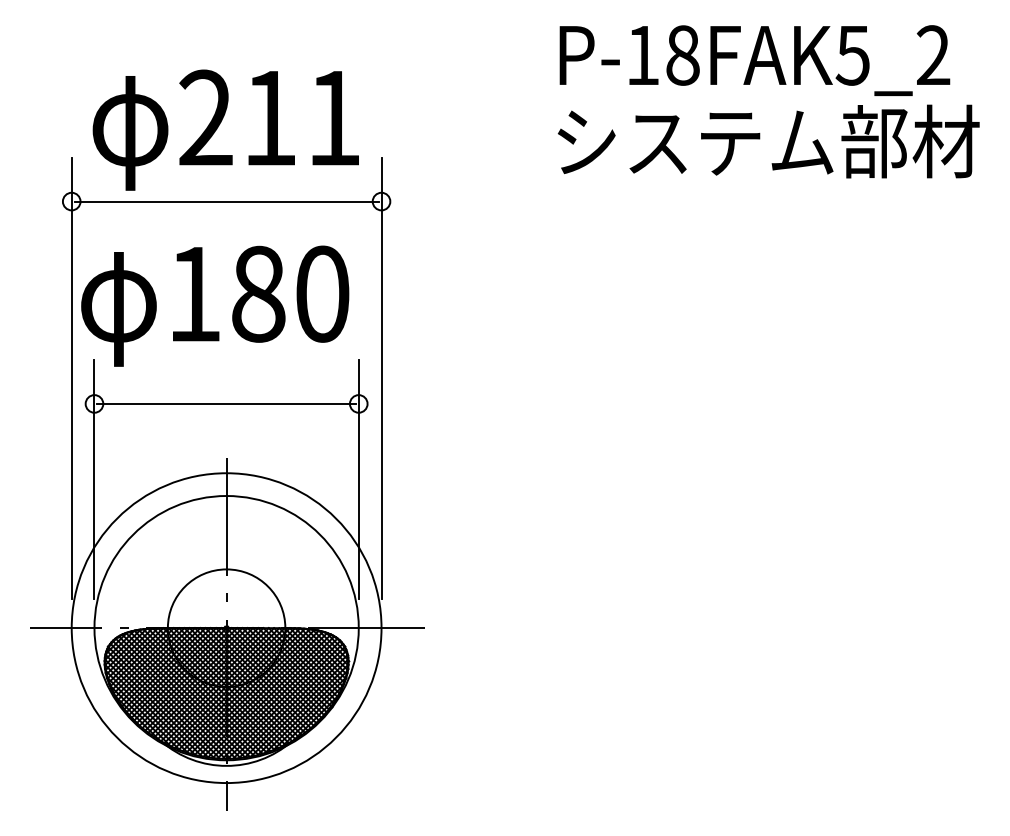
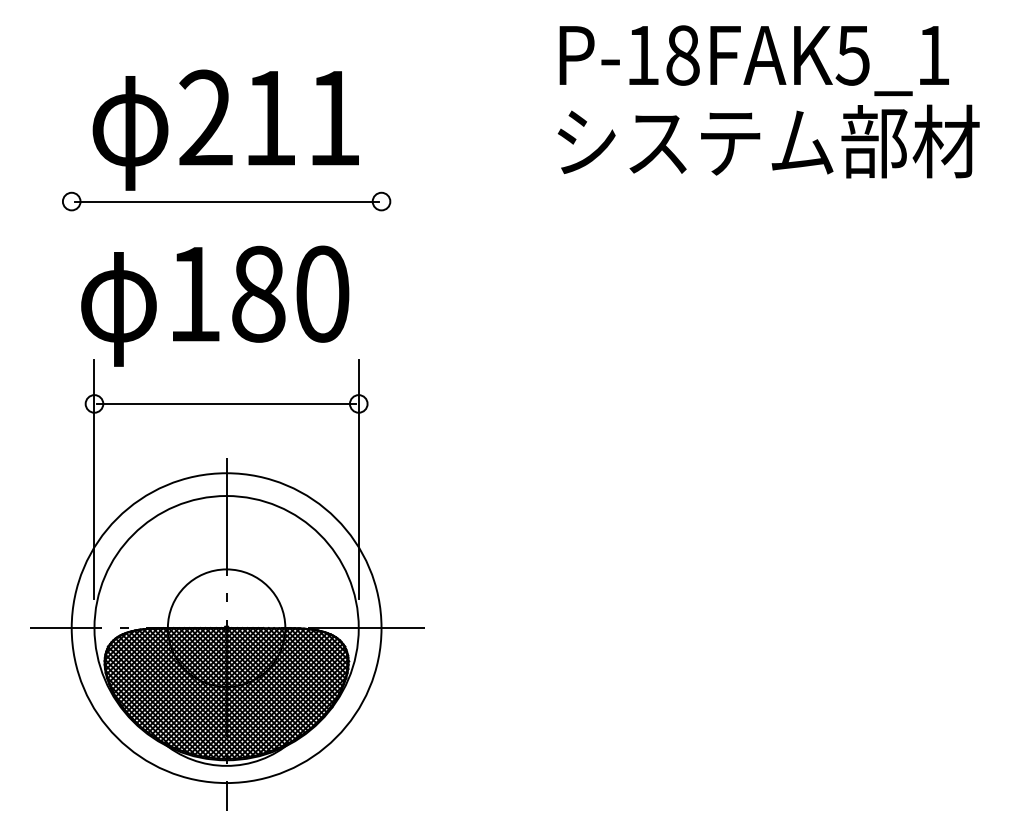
text at (933, 54): P-18FAK5_2 -> P-18FAK5_1
line at (71, 377): present -> none
line at (381, 377): present -> none
